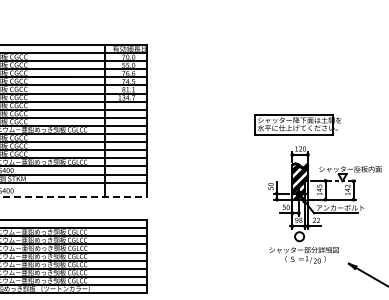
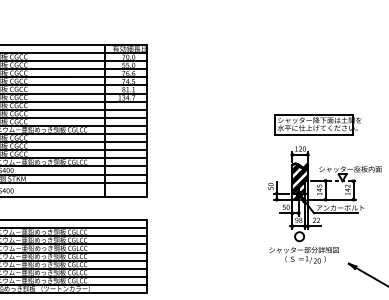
part at (297, 124) position: (297, 124) -> (317, 124)
line at (73, 197): dashed -> solid
